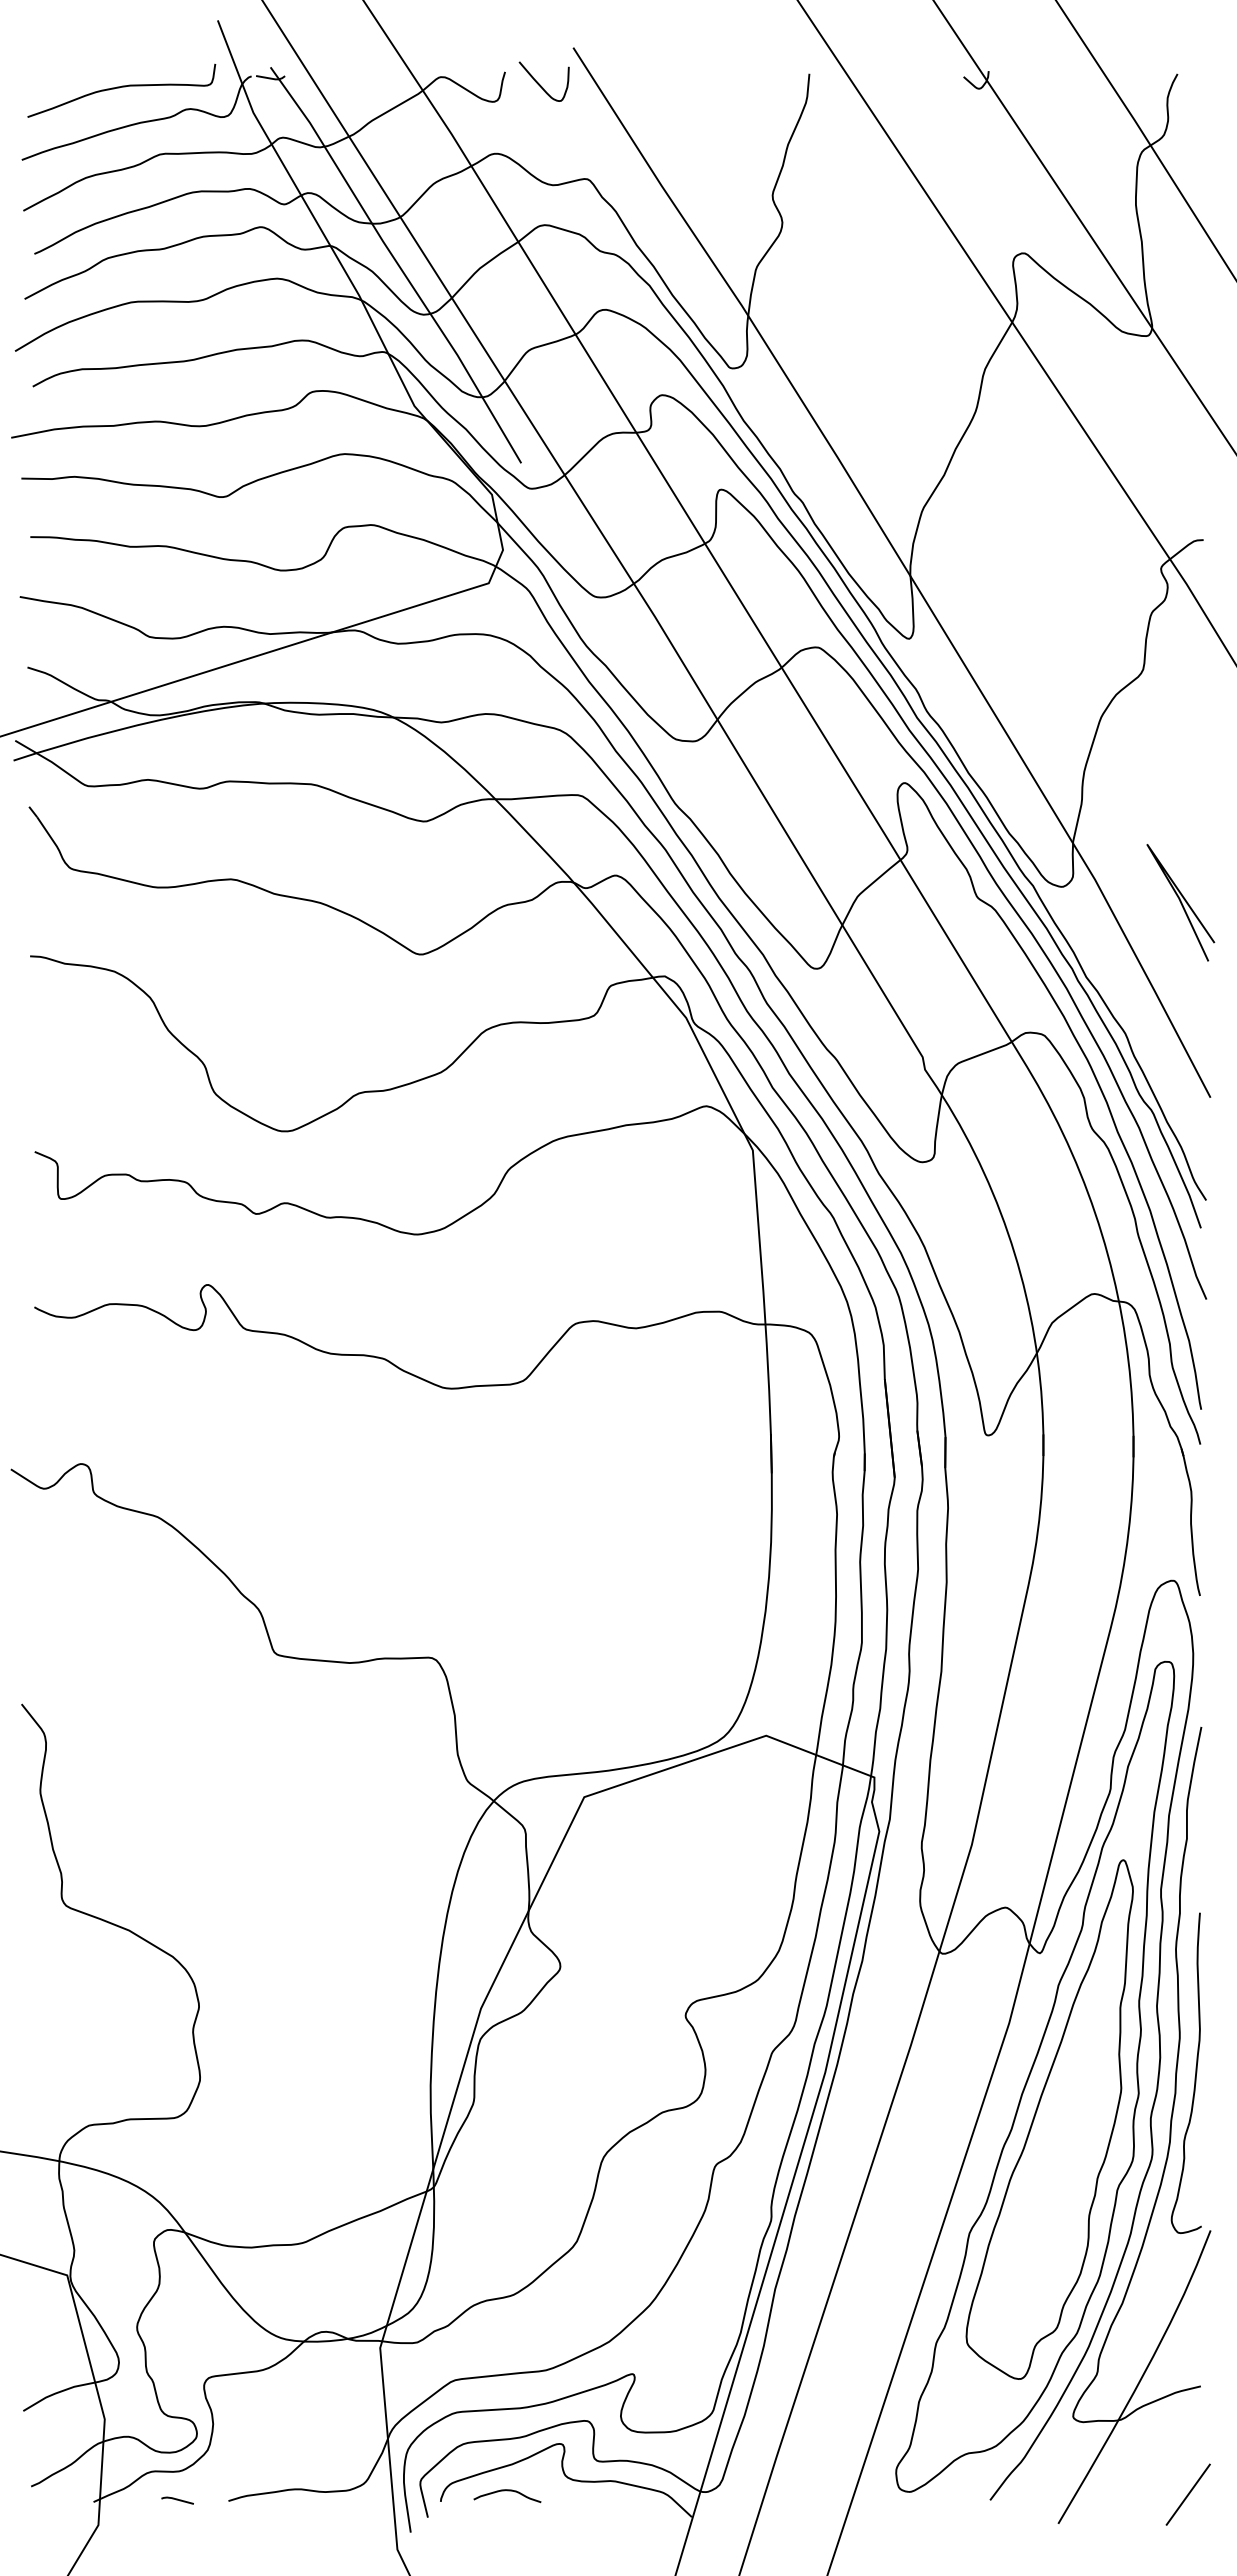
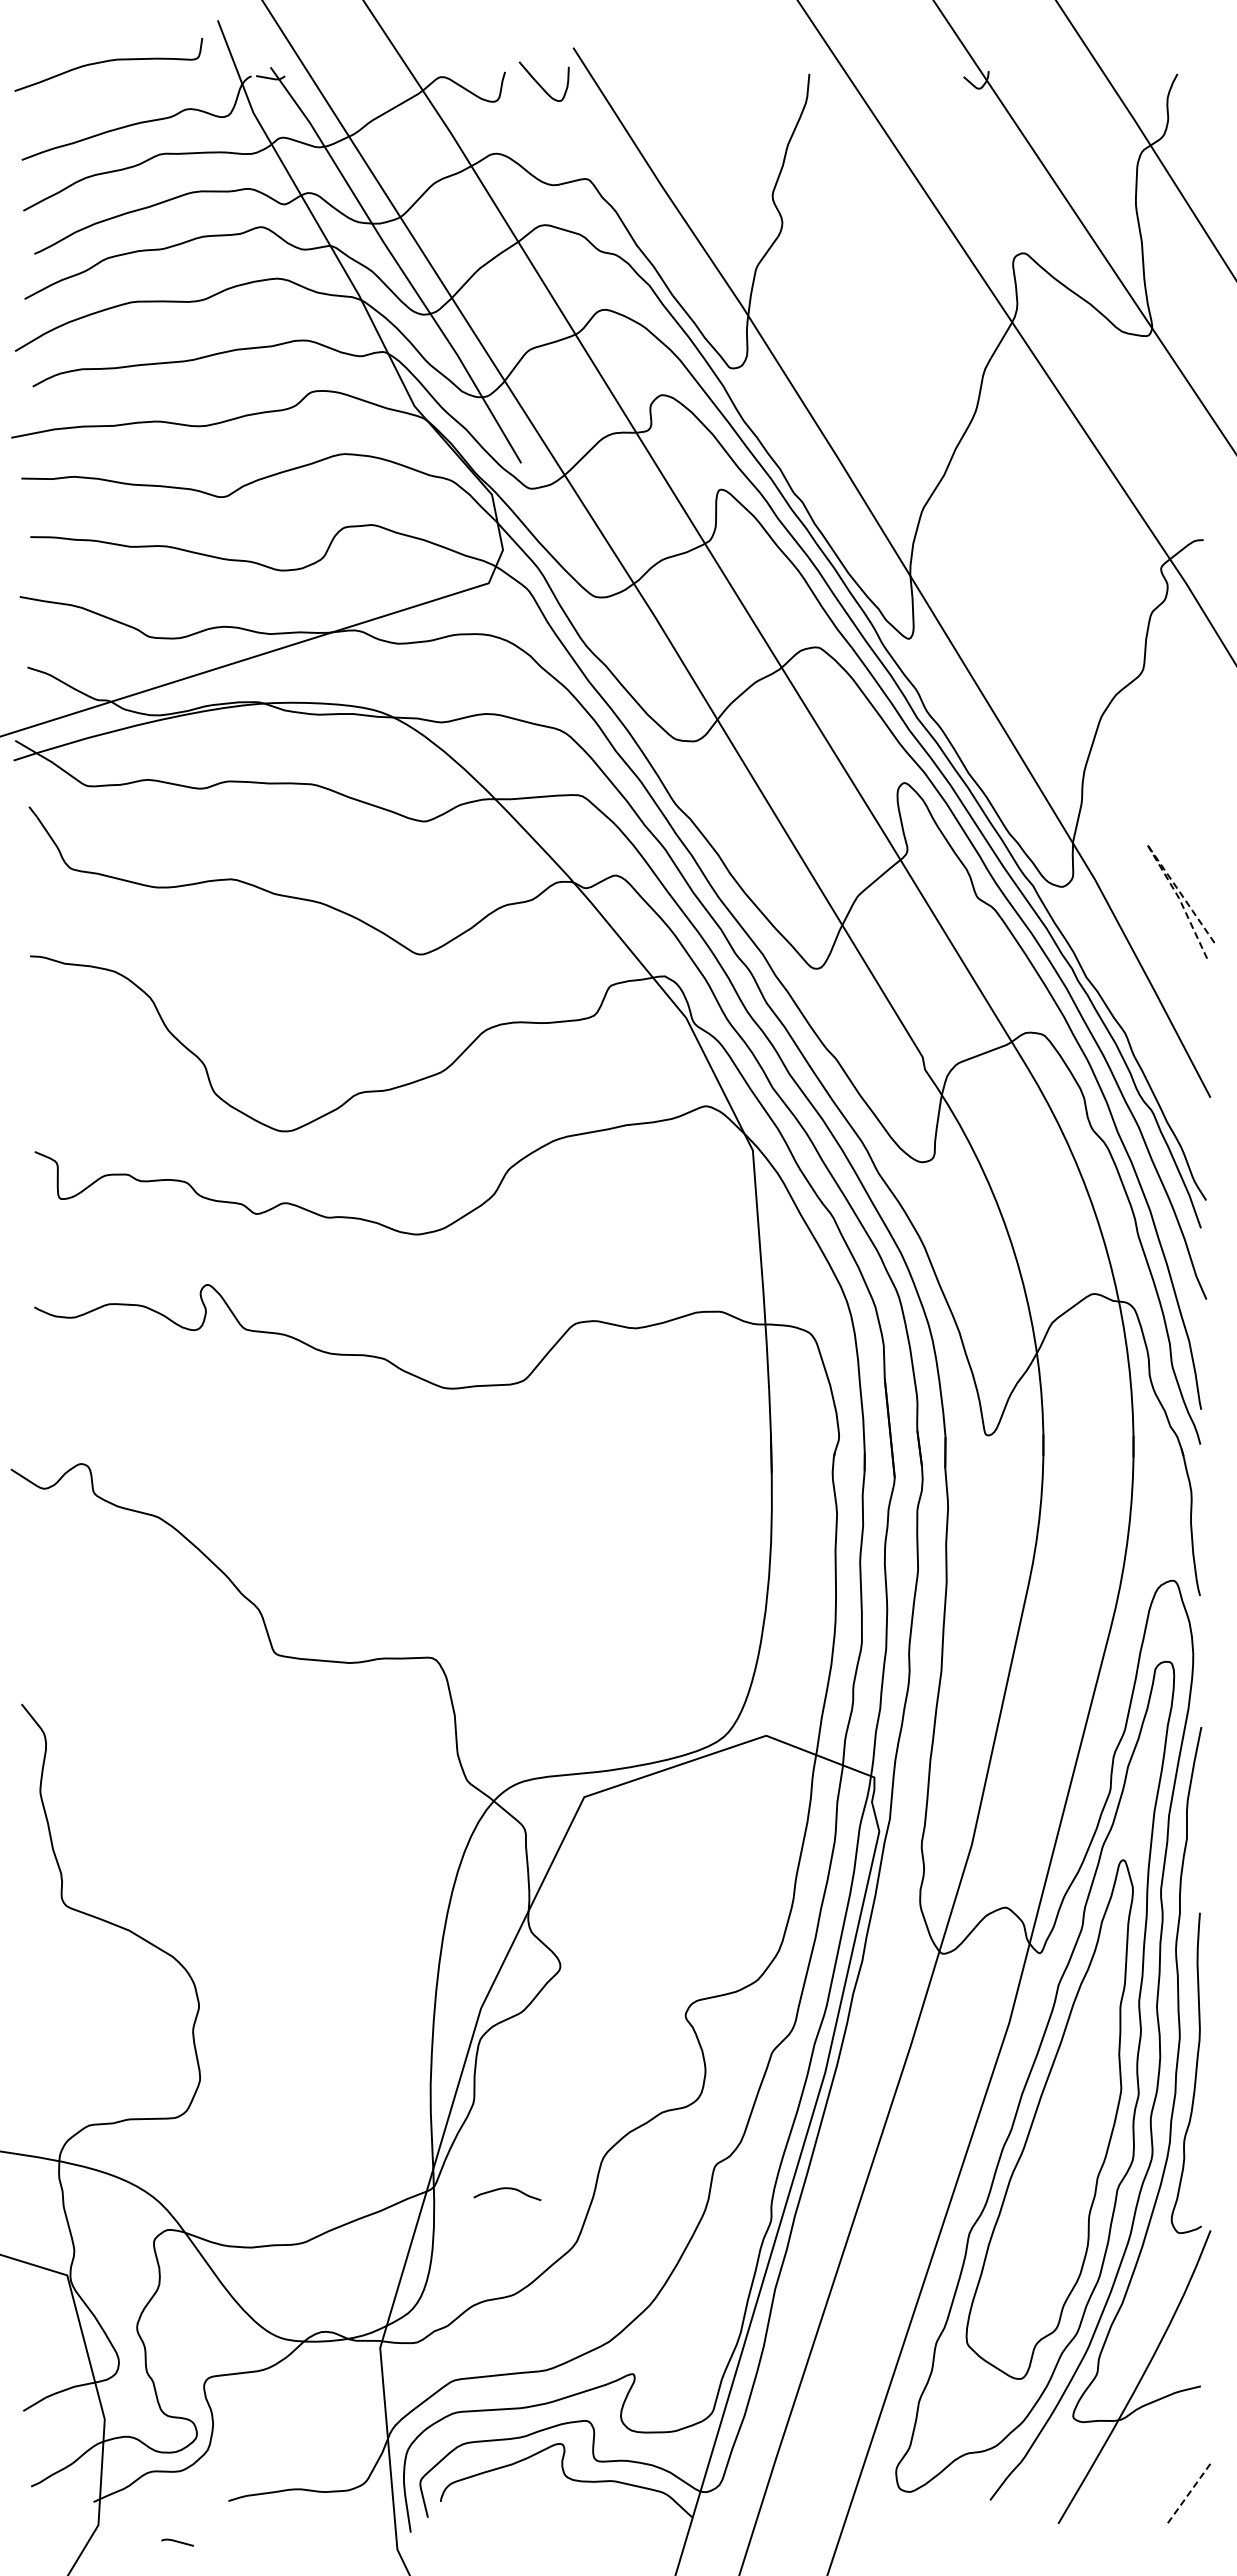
curve at (119, 88) position: (119, 88) -> (106, 62)
line at (1150, 850): solid -> dashed
curve at (507, 2491) position: (507, 2491) -> (507, 2189)
line at (1188, 2494): solid -> dashed
line at (177, 2500) position: (177, 2500) -> (177, 2542)
